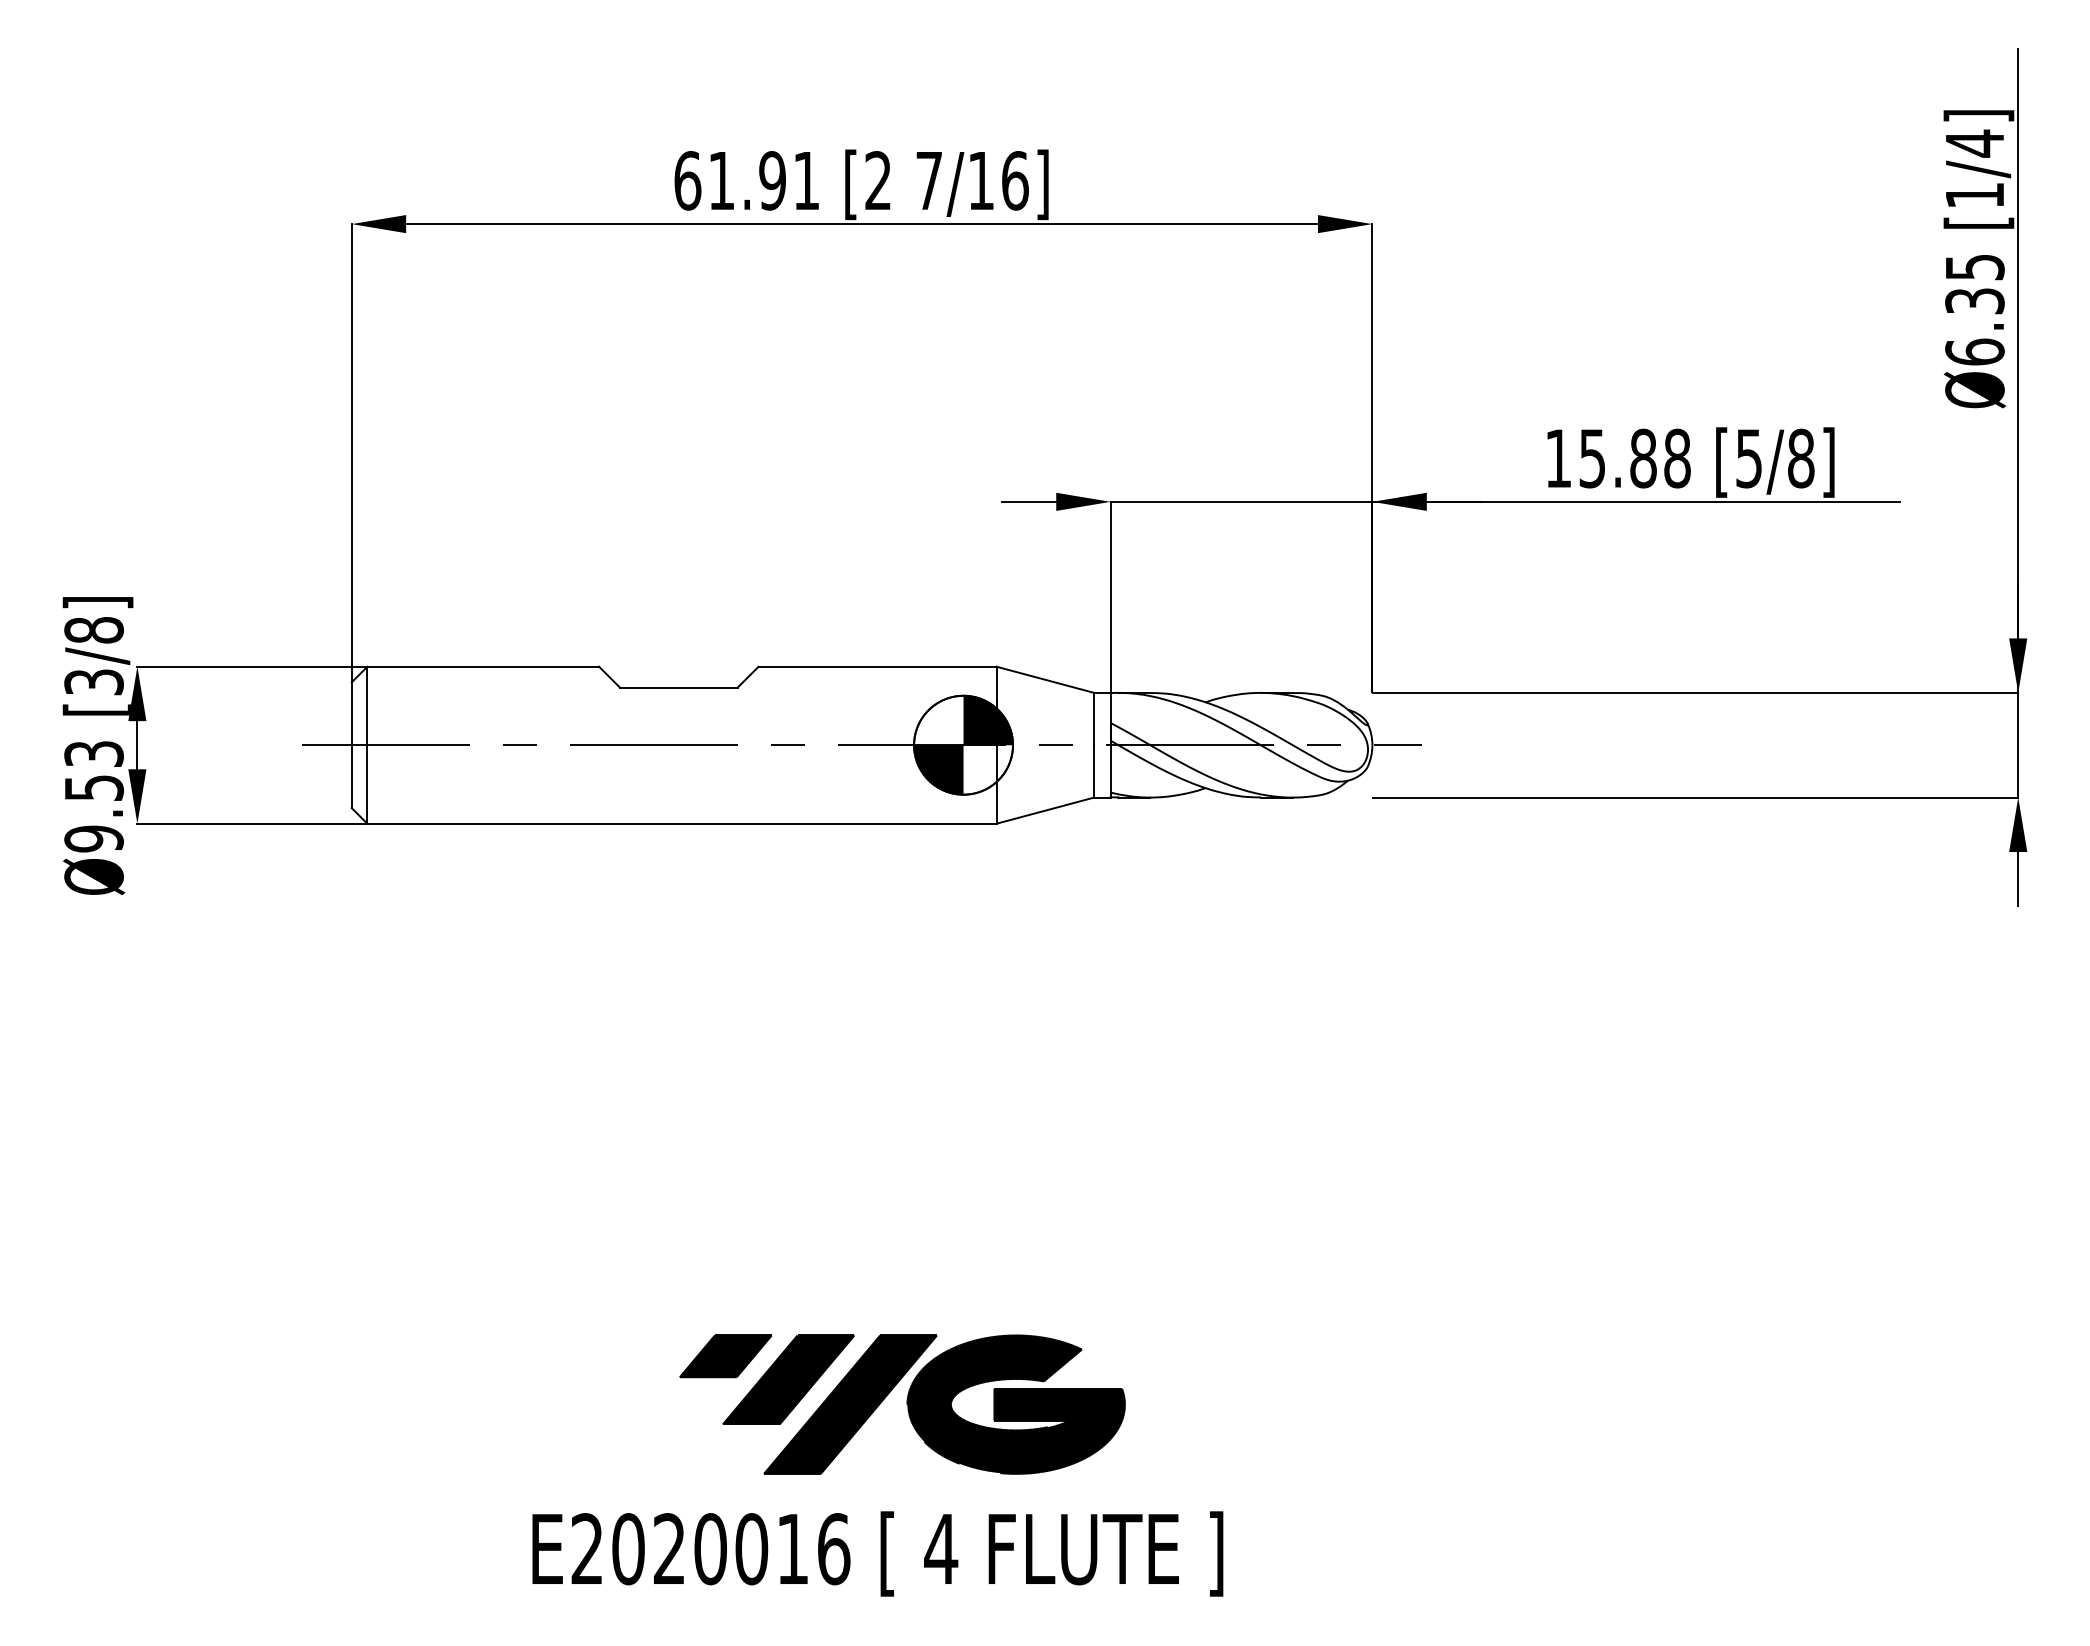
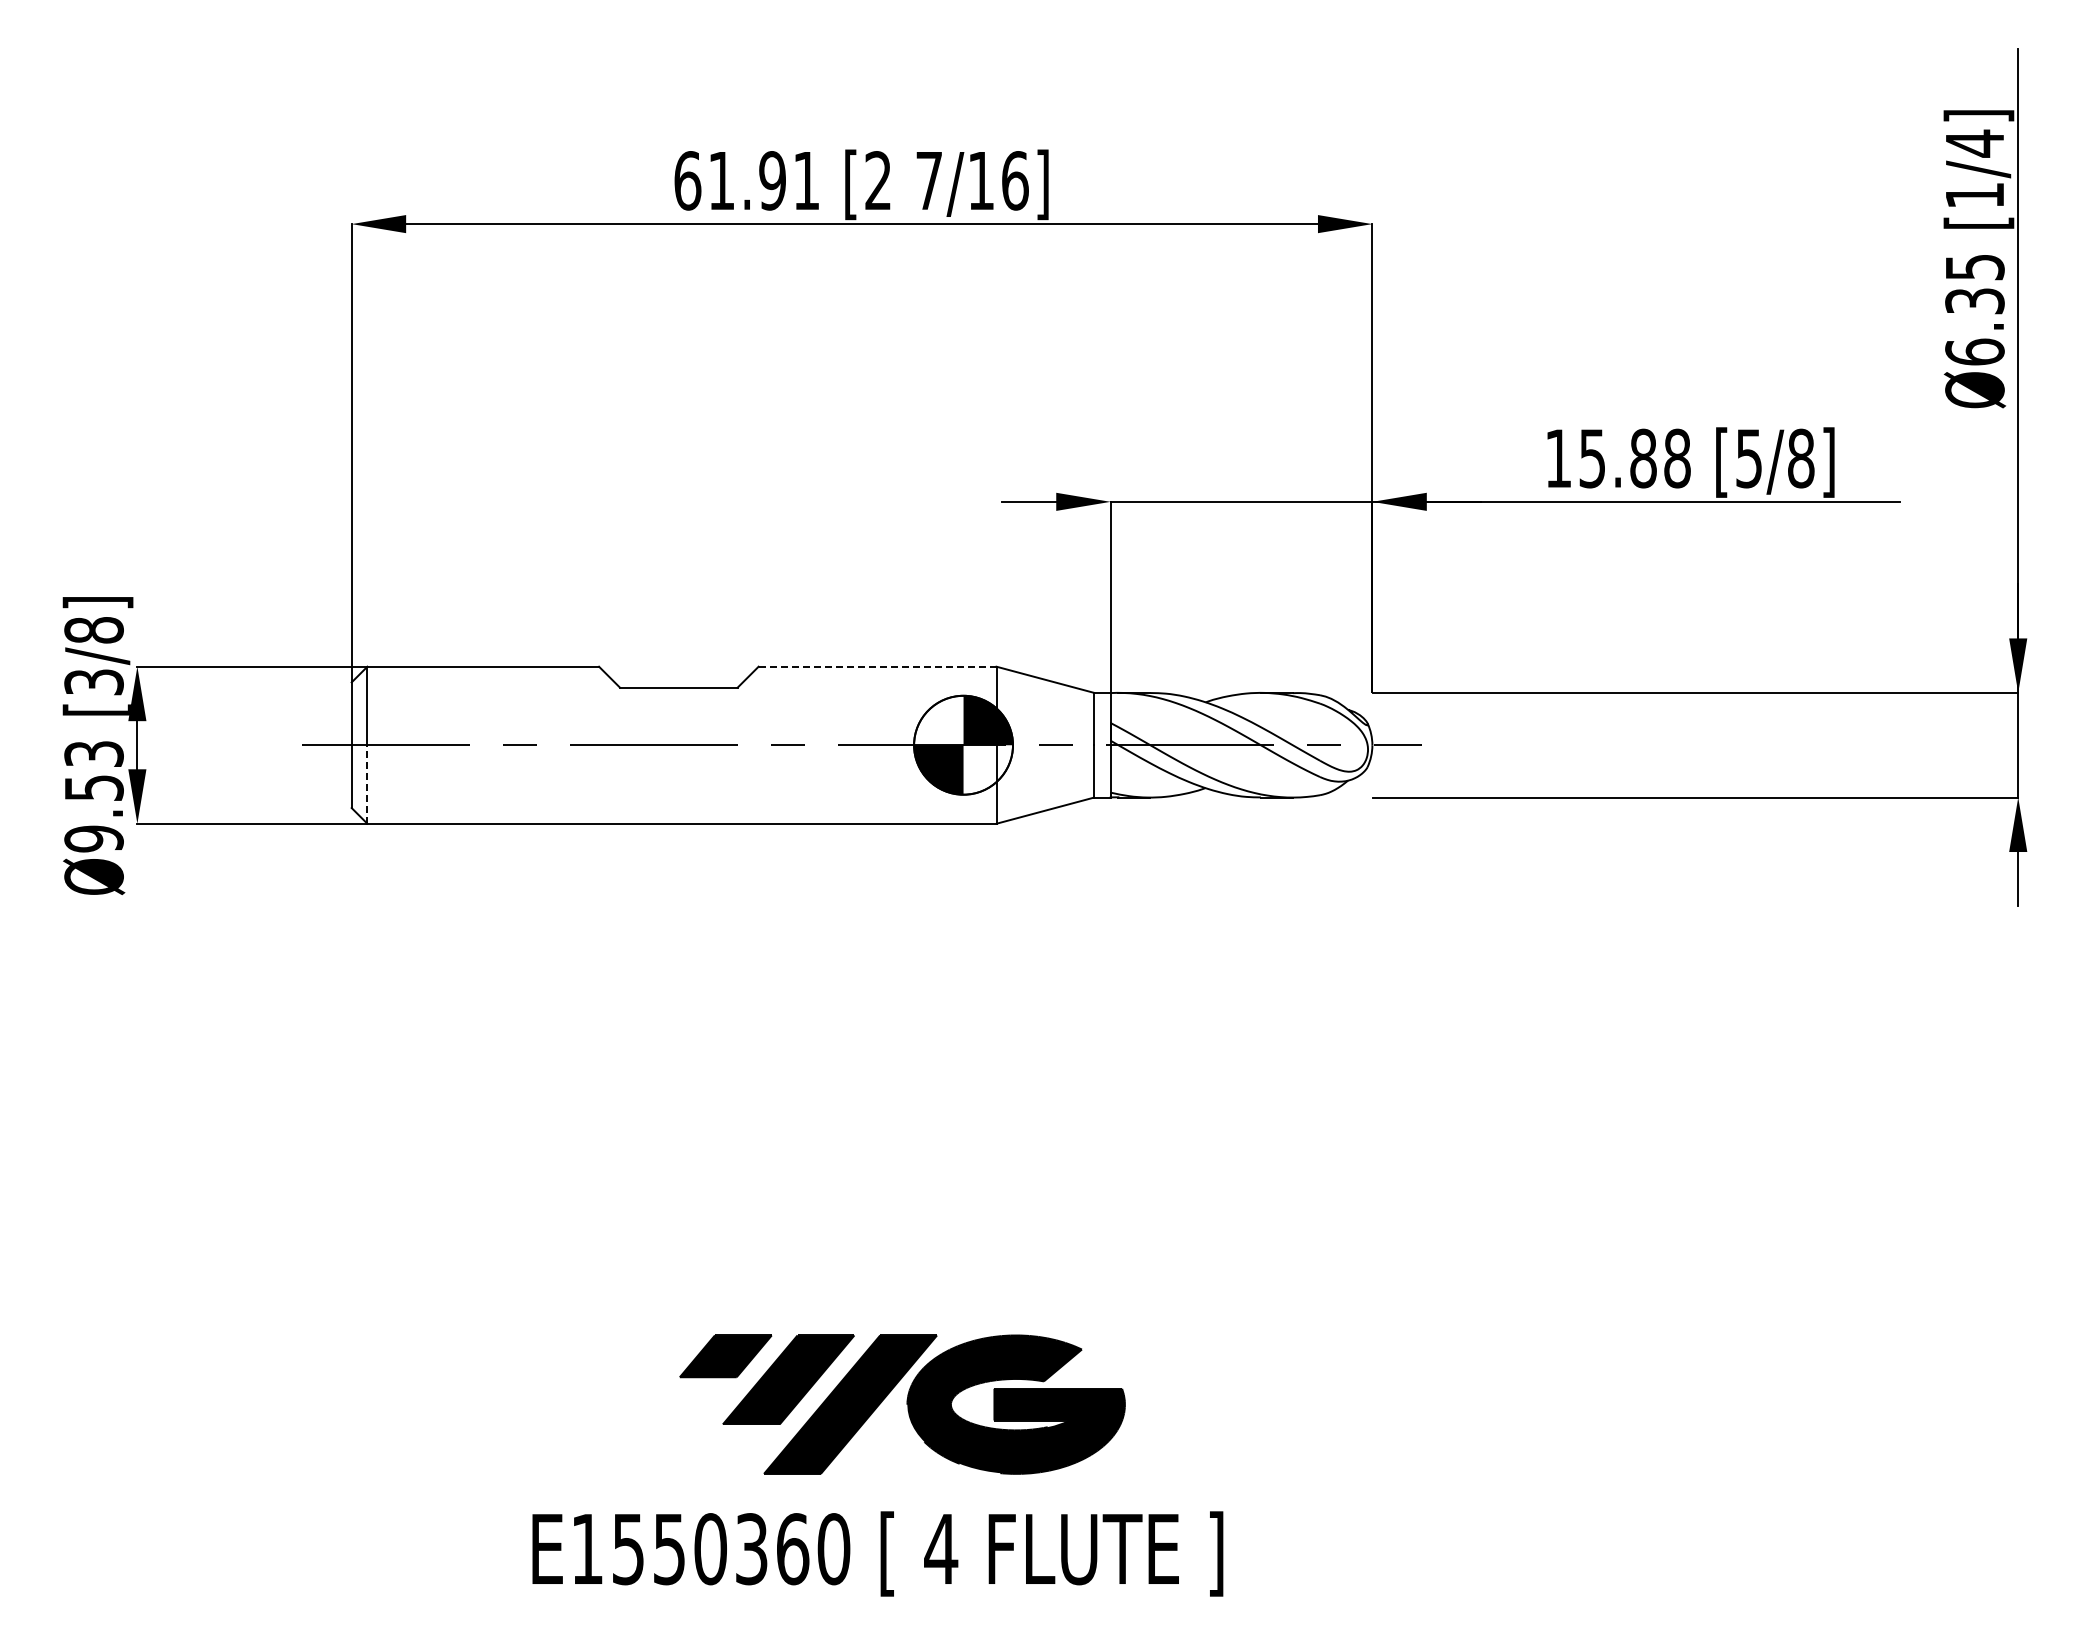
line at (877, 666): solid -> dashed
line at (367, 783): solid -> dashed
text at (710, 1549): E2020016 -> E1550360
